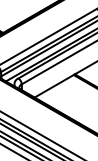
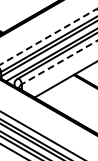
line at (48, 36): solid -> dashed
line at (59, 62): solid -> dashed
